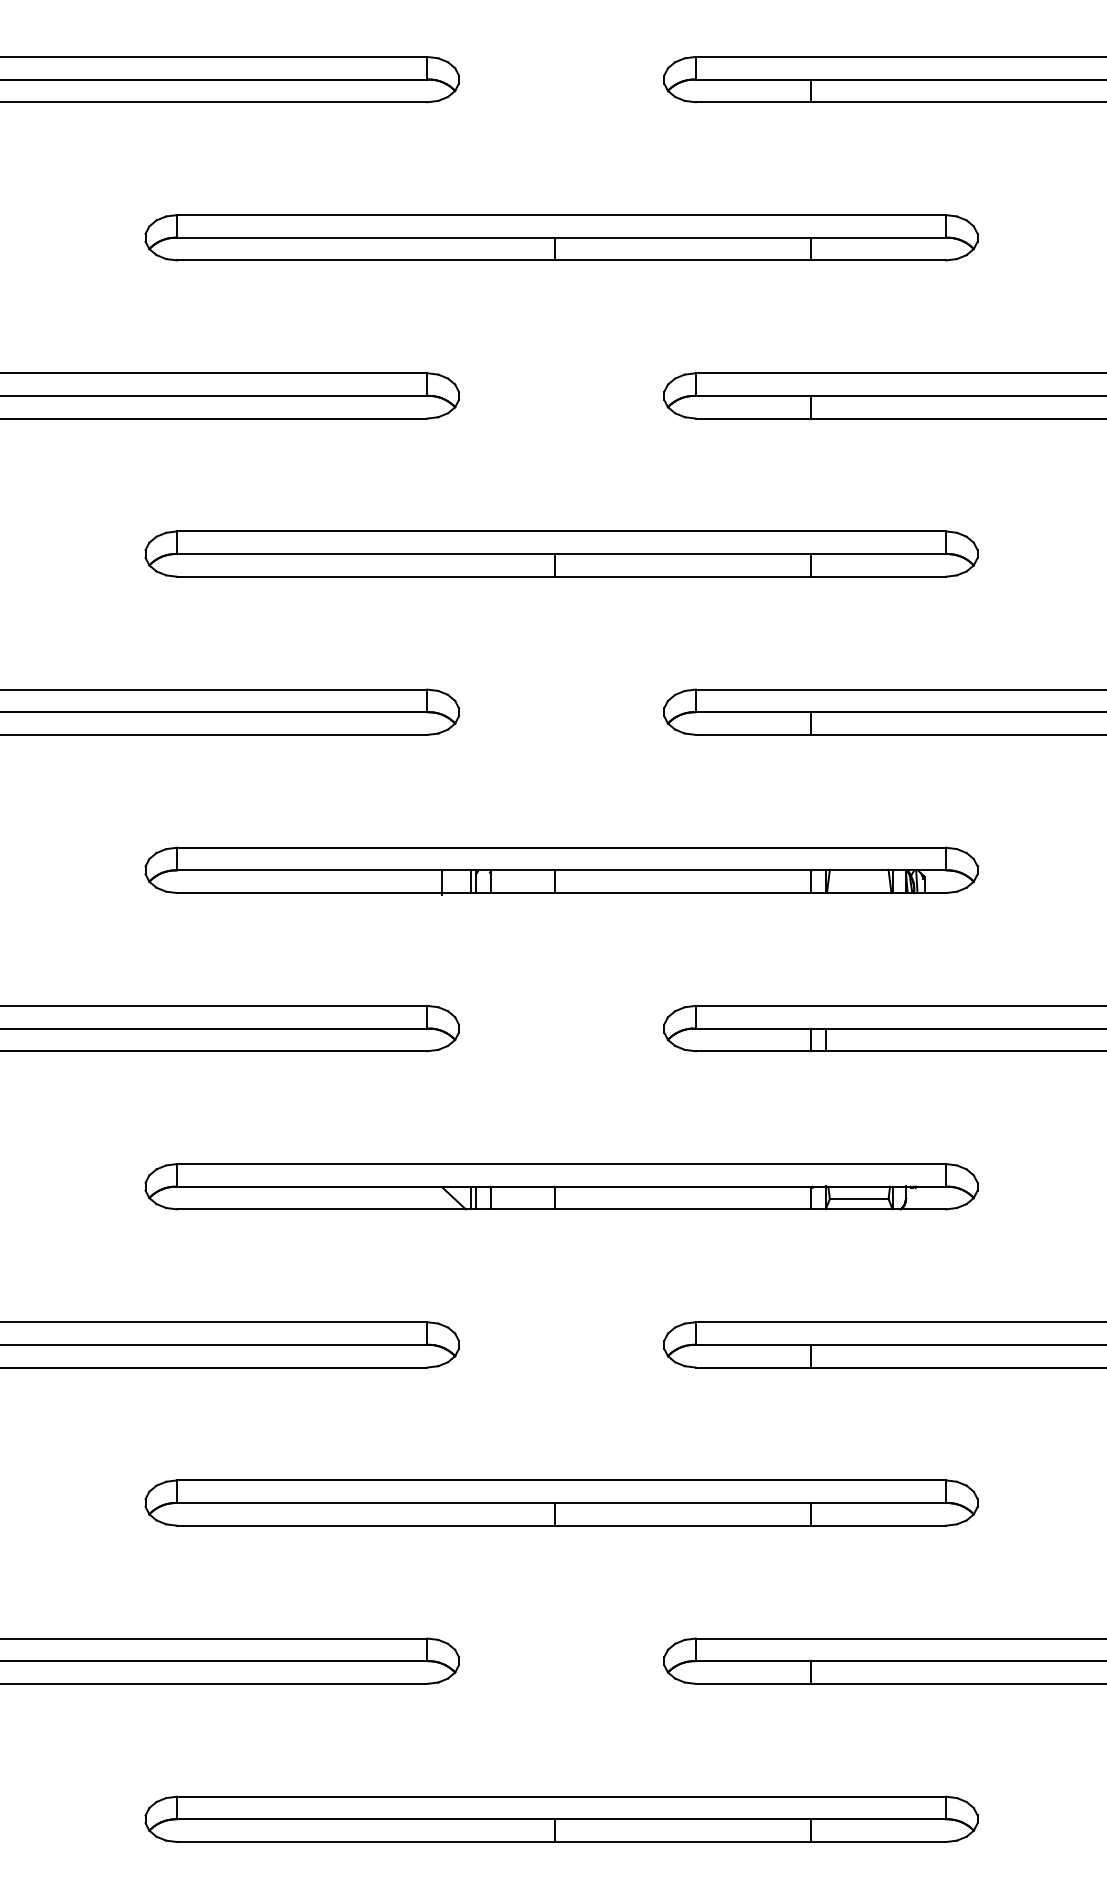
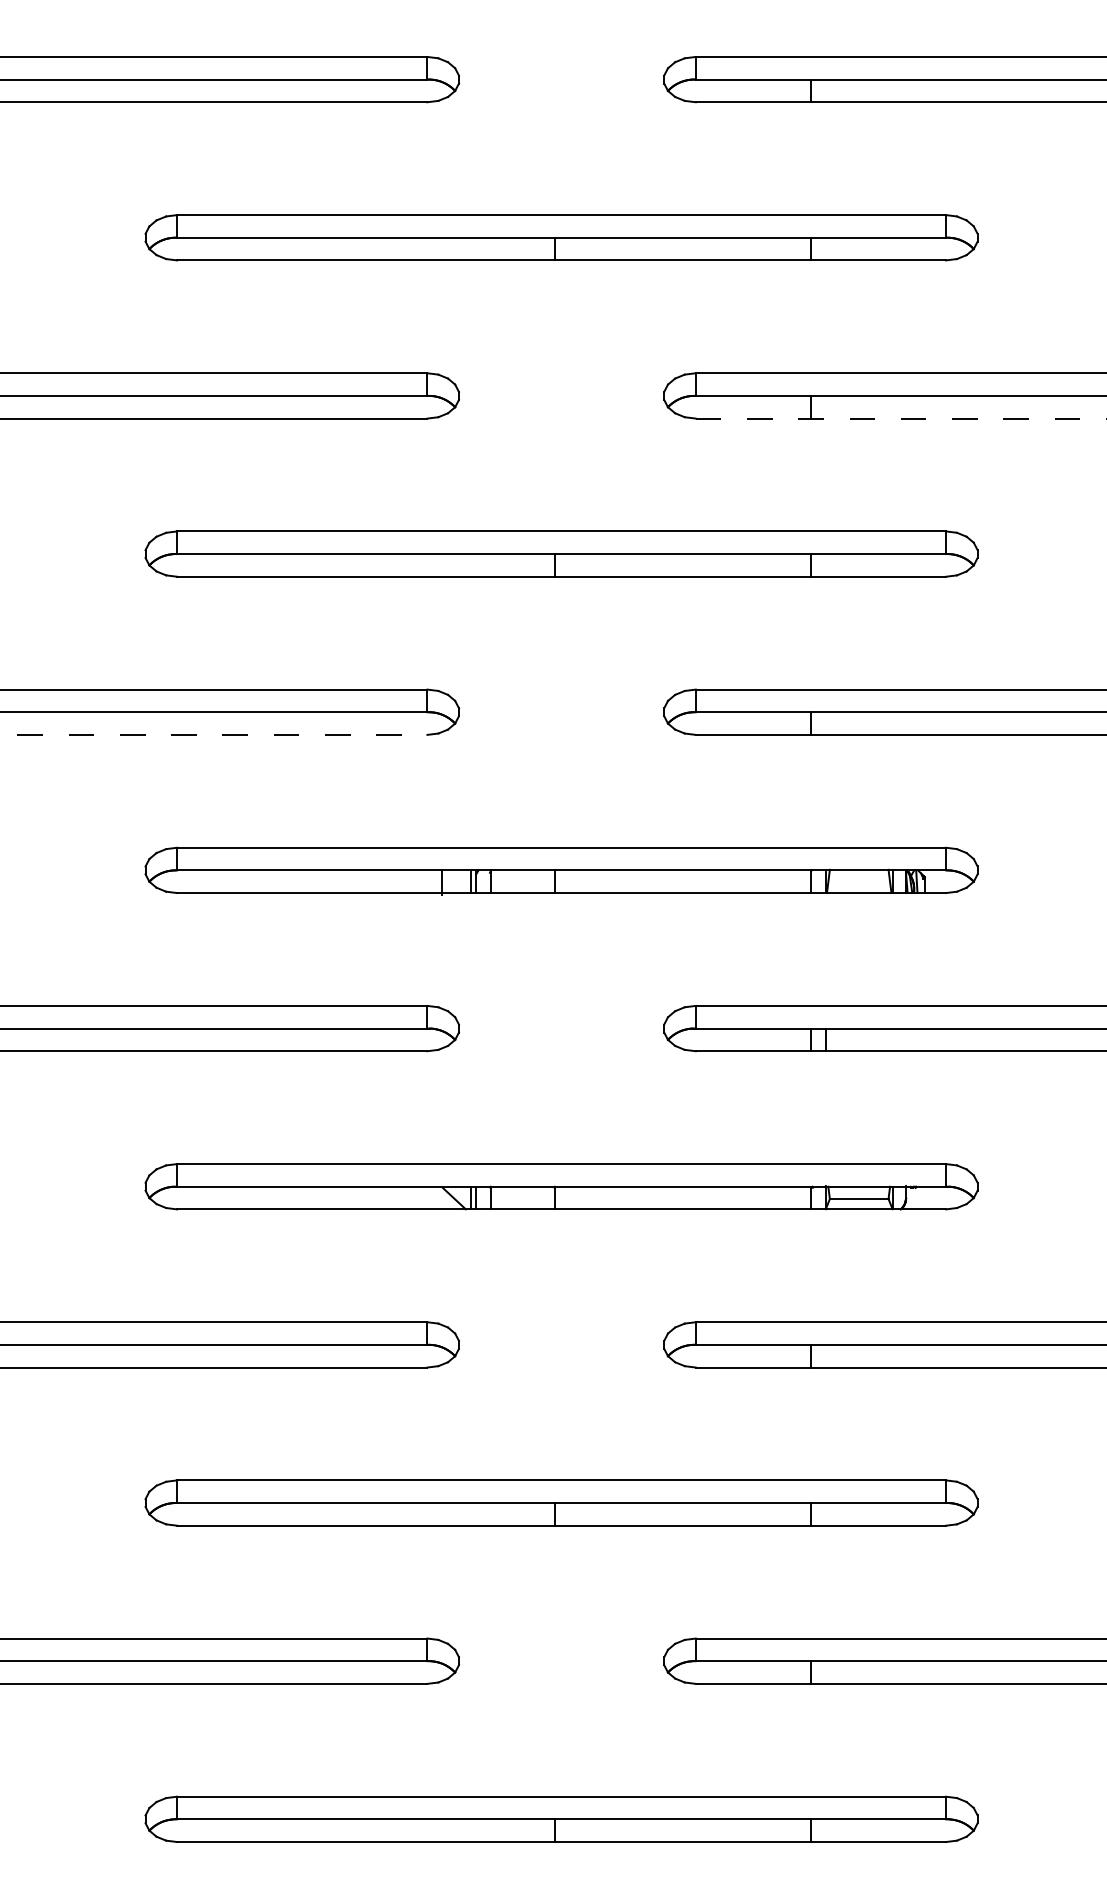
line at (901, 418): solid -> dashed
line at (214, 734): solid -> dashed
